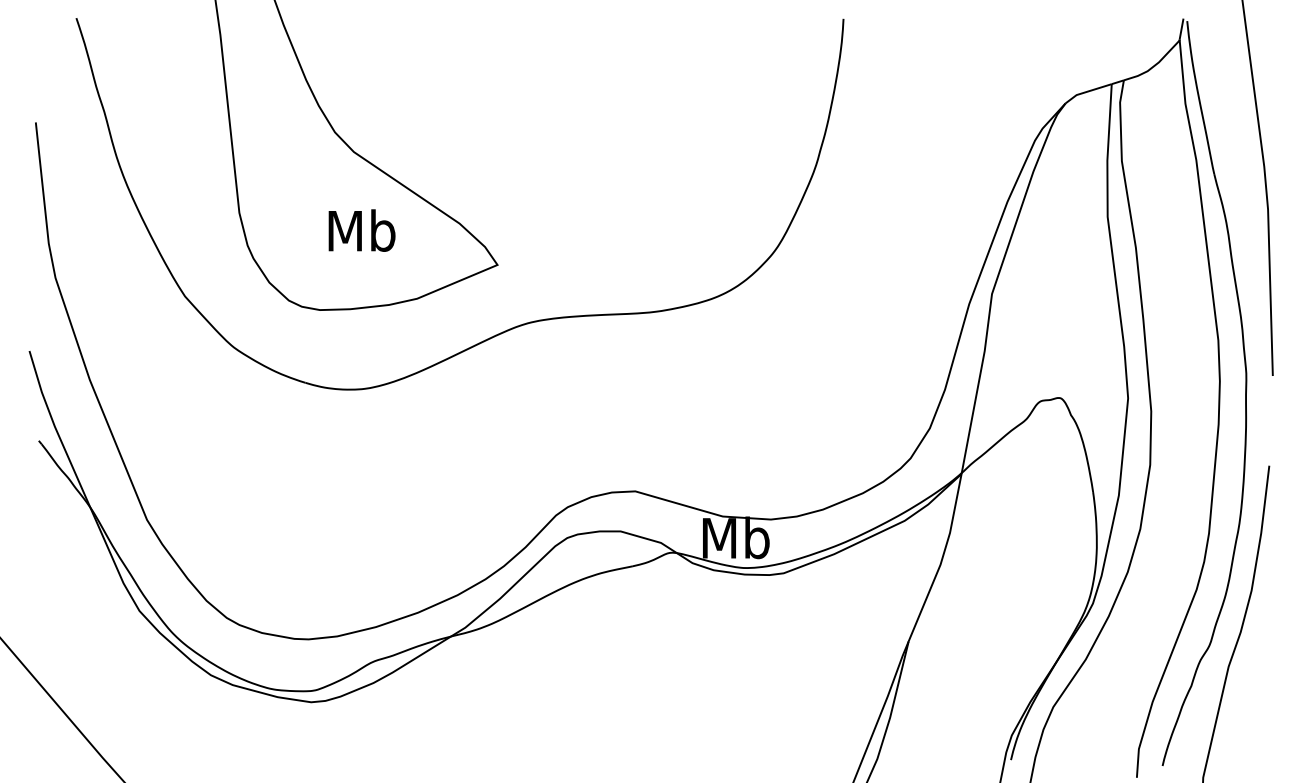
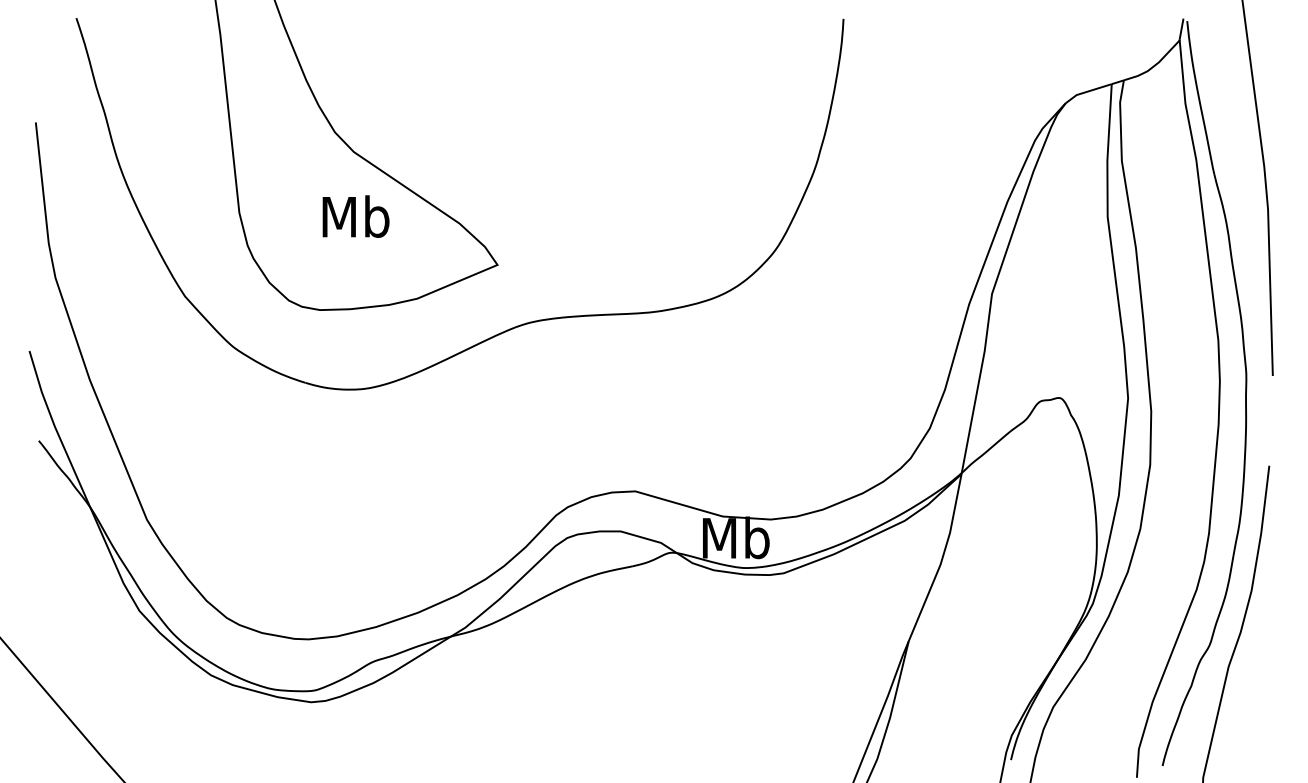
text at (361, 230) position: (361, 230) -> (355, 216)
